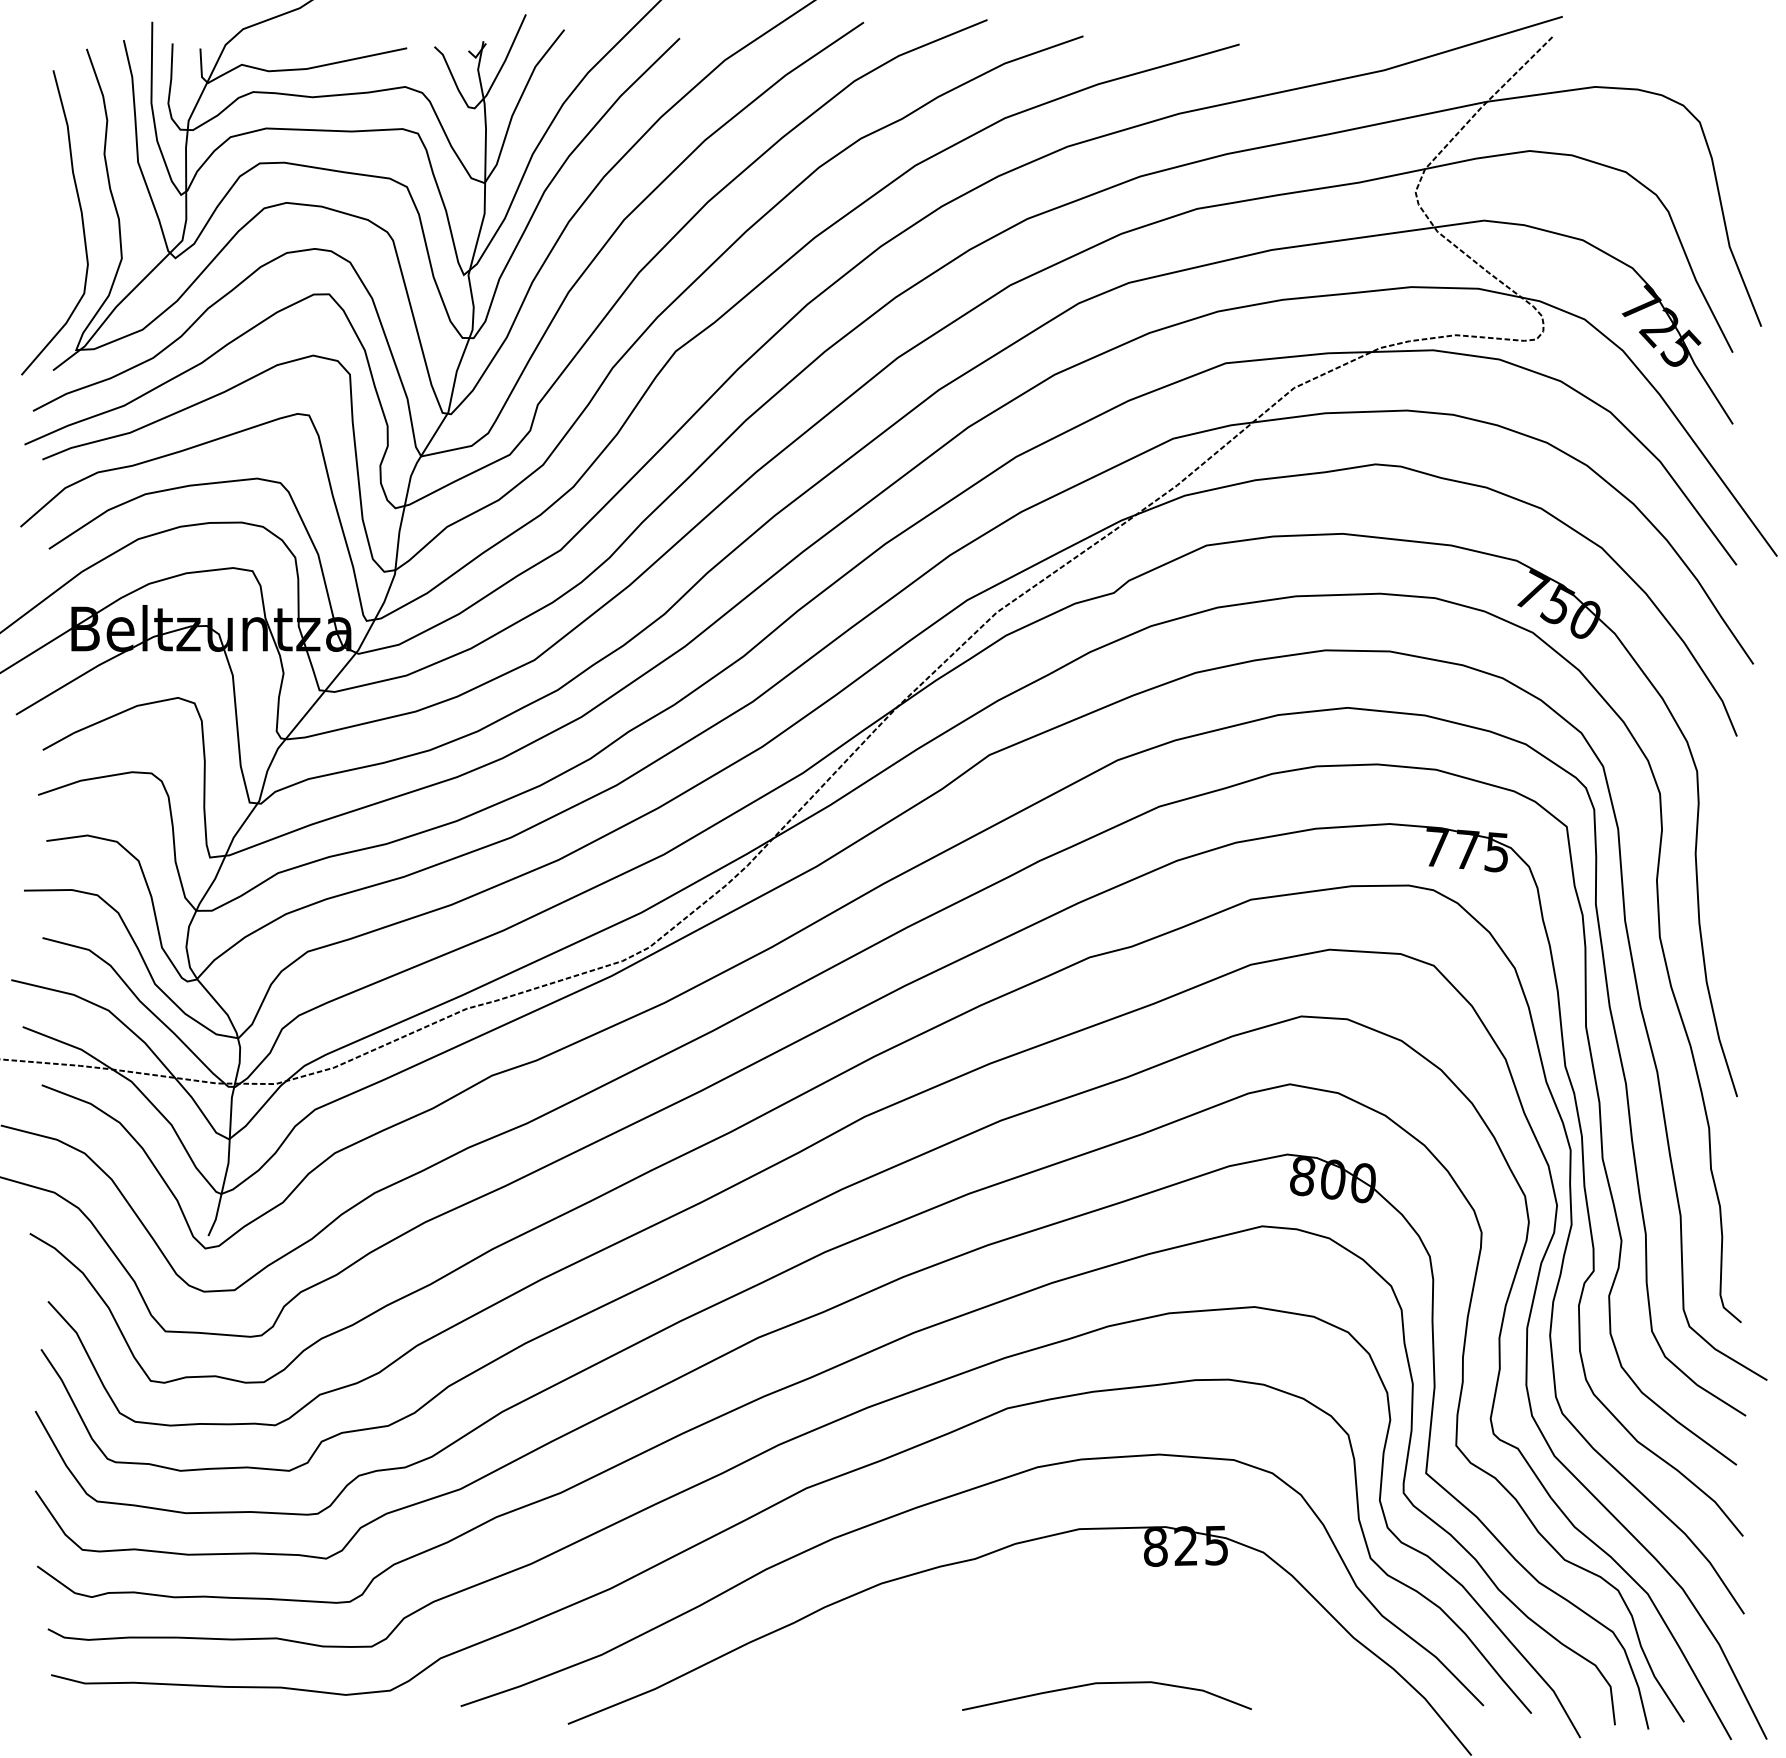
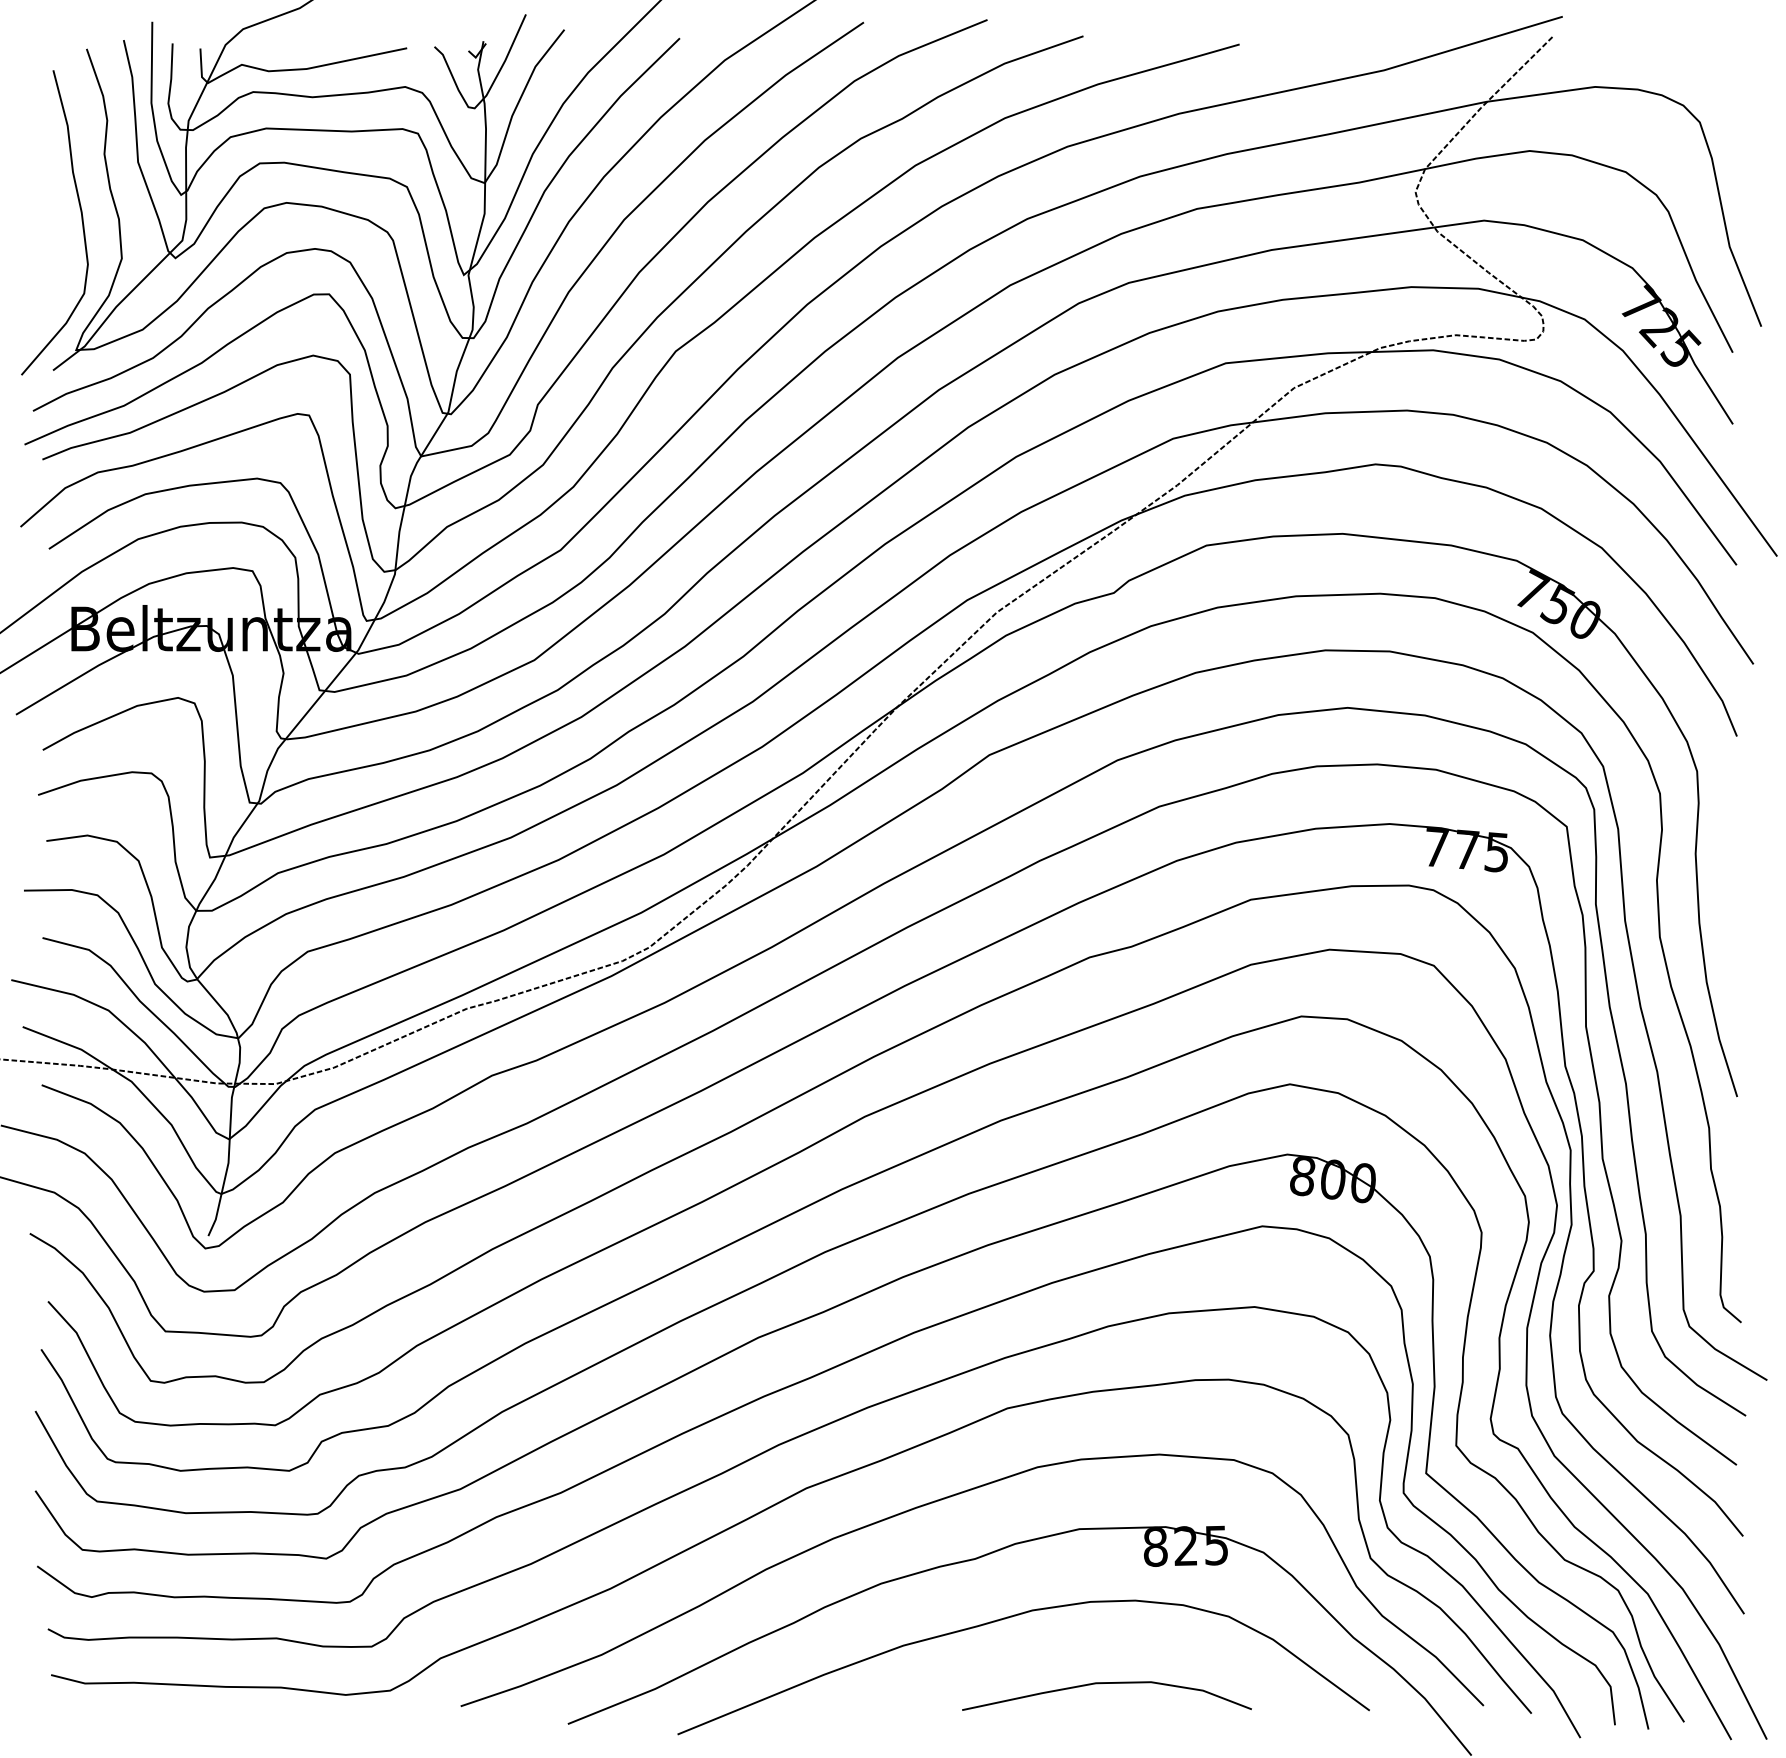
part at (1012, 1617): none -> present
